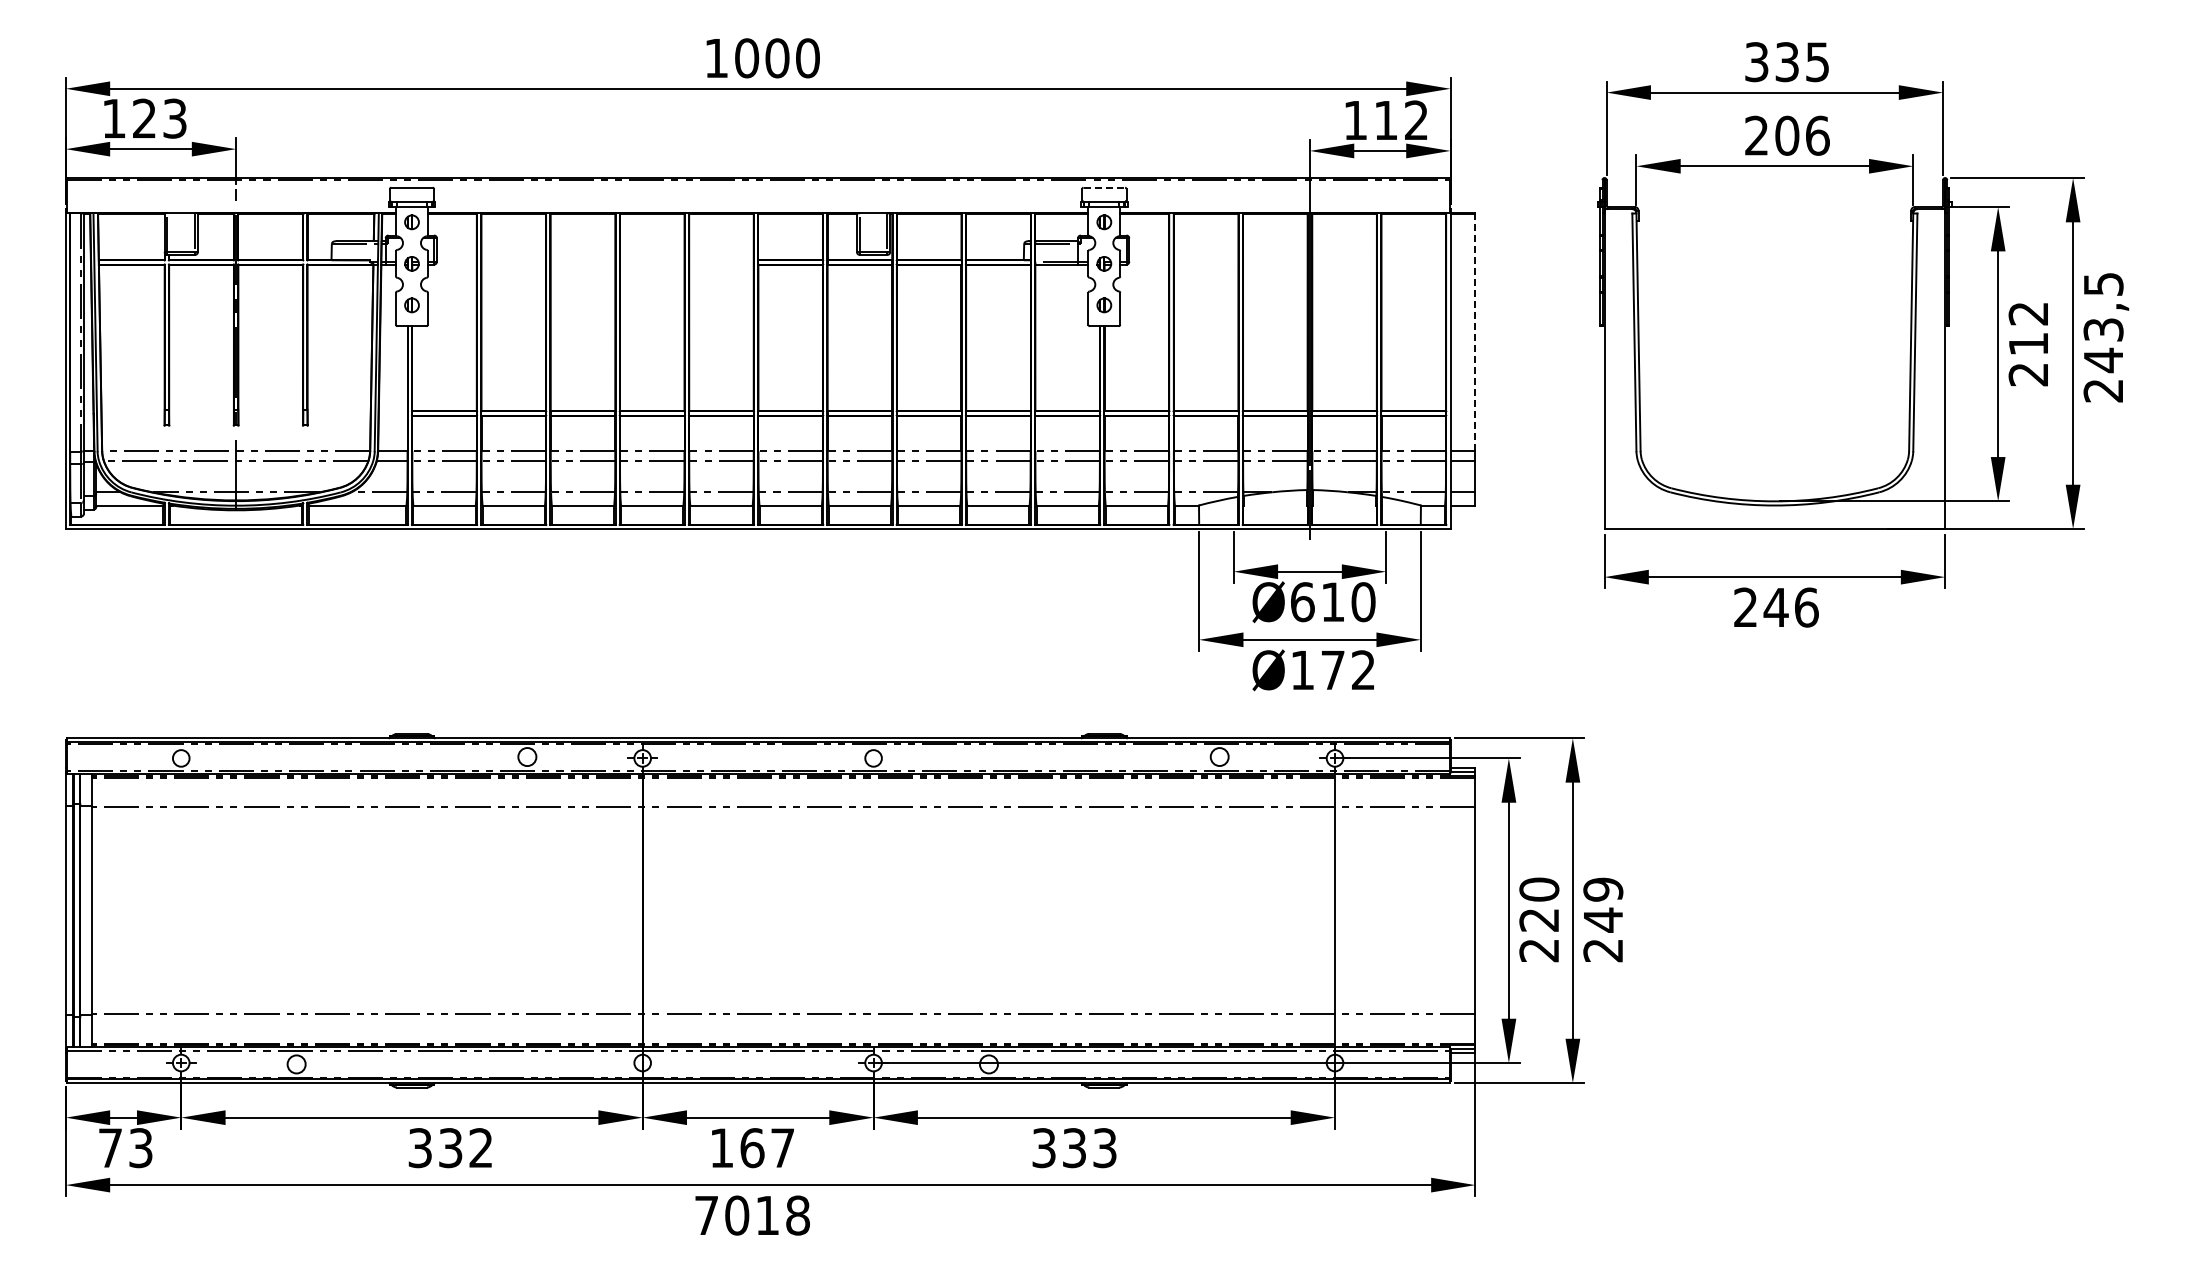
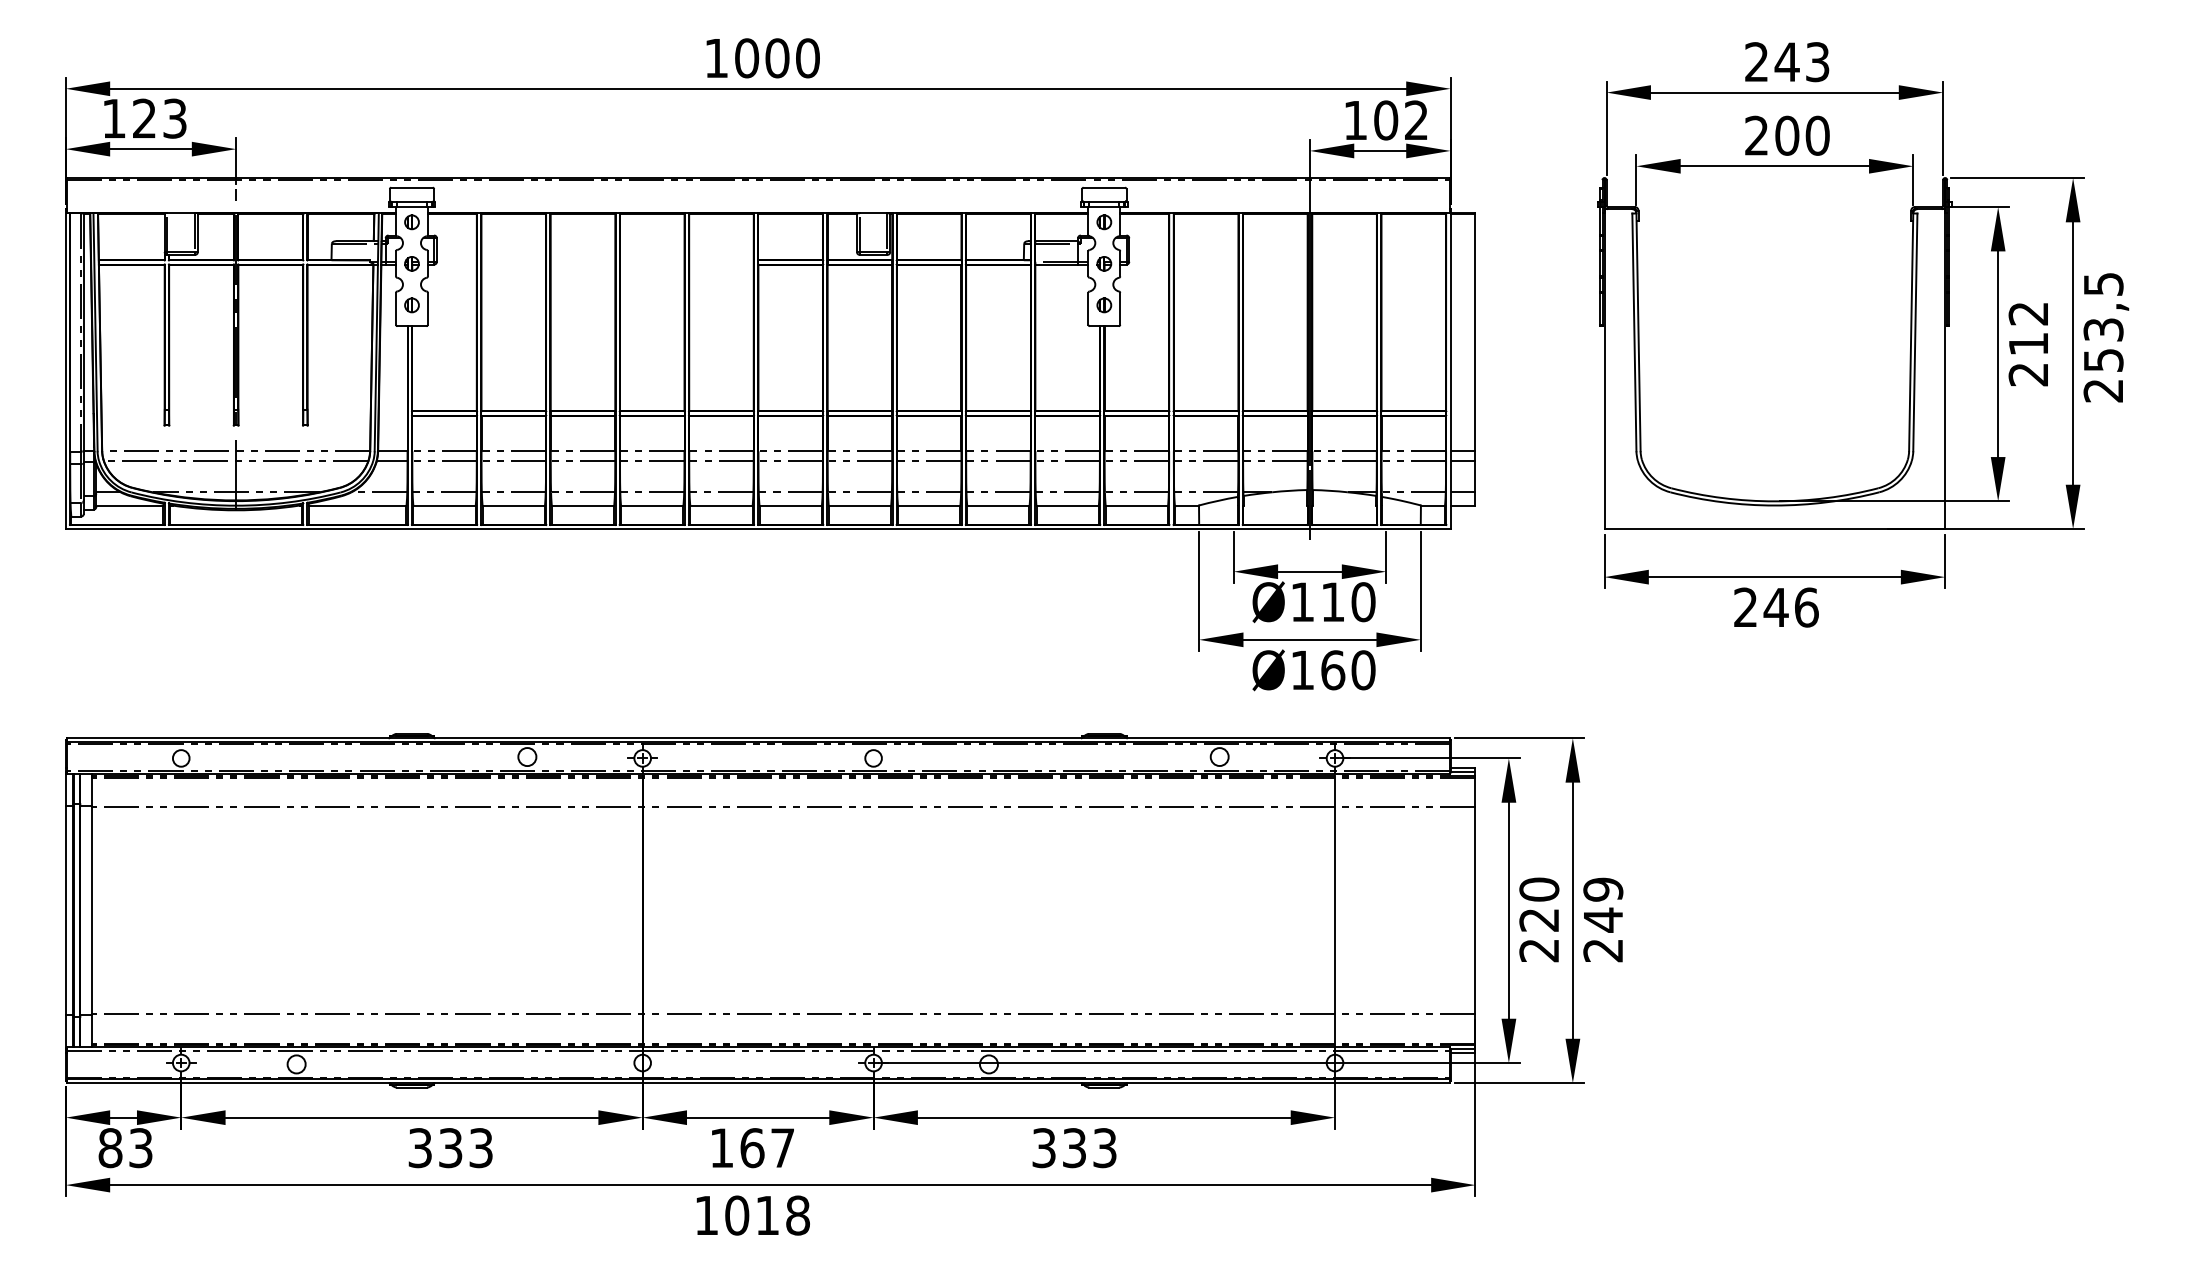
text at (1787, 62): 335 -> 243
text at (1386, 120): 112 -> 102
text at (1817, 135): 206 -> 200
line at (1104, 187): dashed -> solid
line at (1475, 332): dashed -> solid
text at (2103, 360): 243,5 -> 253,5
text at (1302, 602): Ø610 -> Ø110
text at (1348, 670): Ø172 -> Ø160
text at (110, 1148): 73 -> 83
text at (480, 1148): 332 -> 333
text at (706, 1215): 7018 -> 1018
